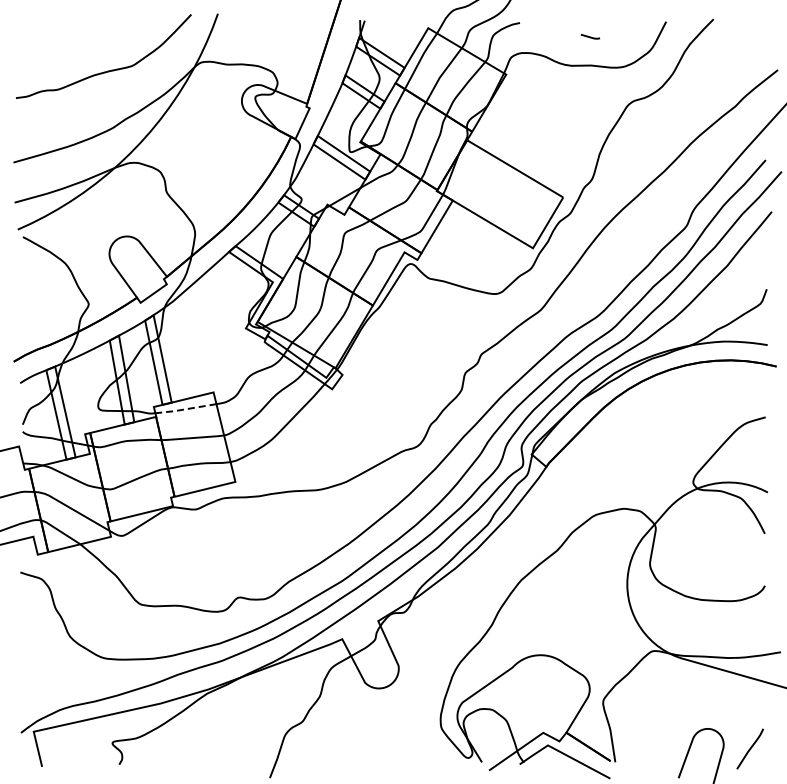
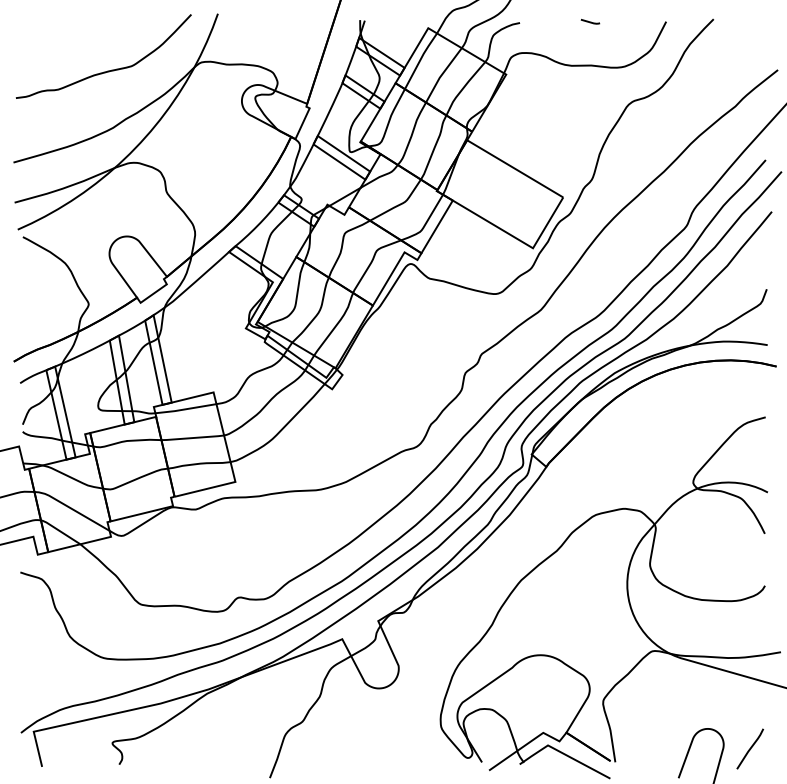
line at (590, 36) position: (590, 36) -> (590, 21)
line at (185, 409): dashed -> solid
